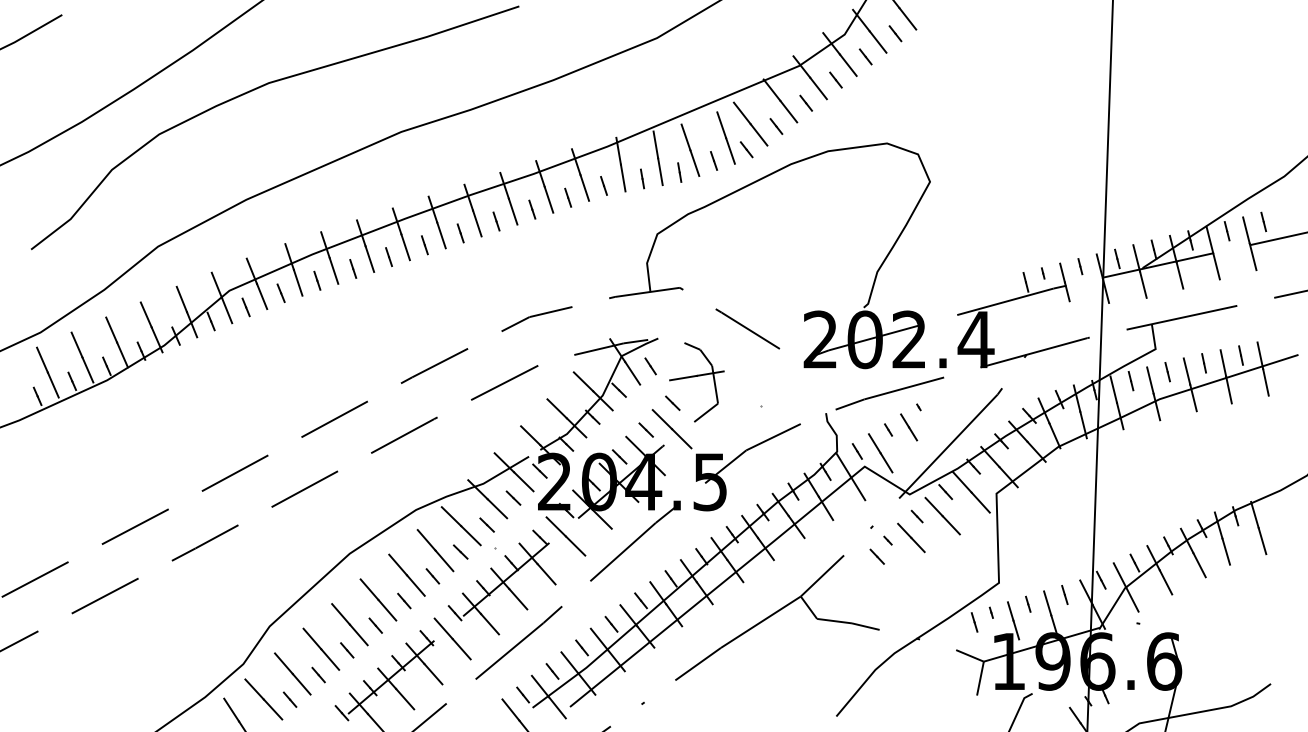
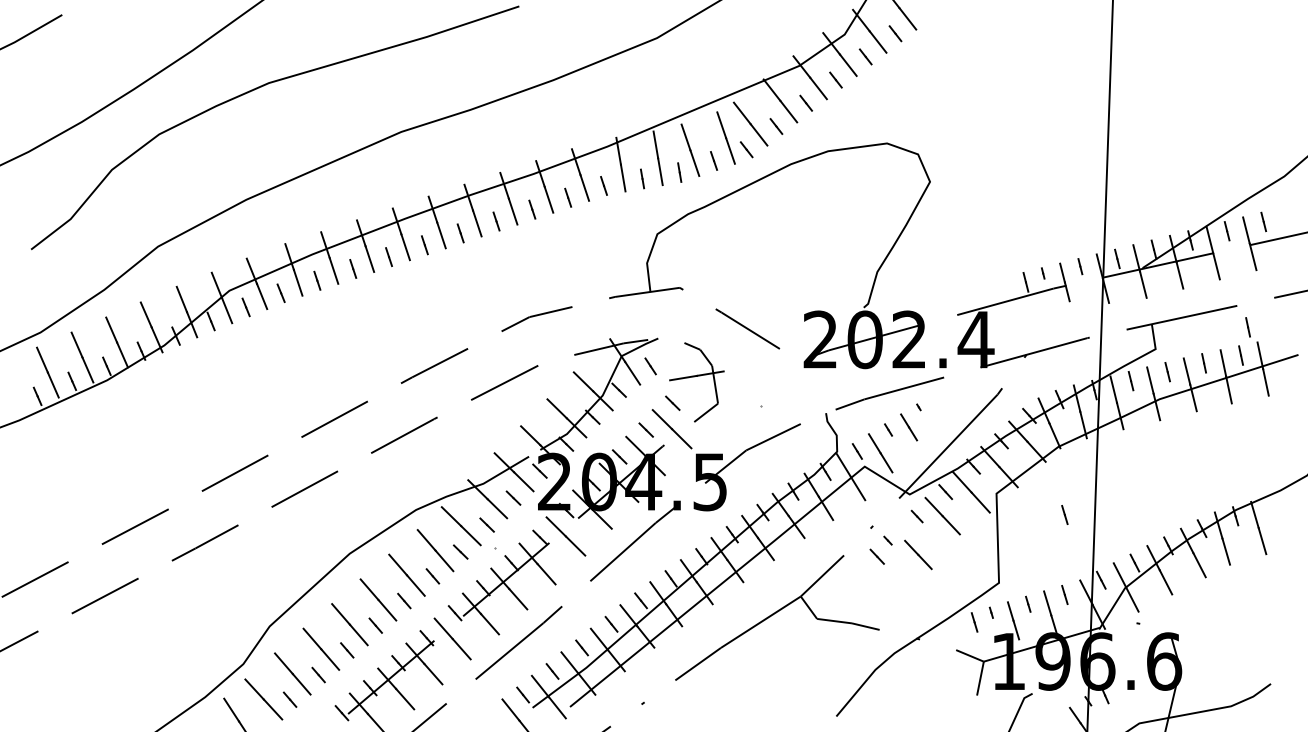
line at (1247, 327): none -> present
line at (1064, 514): none -> present
line at (911, 537) position: (911, 537) -> (918, 554)
